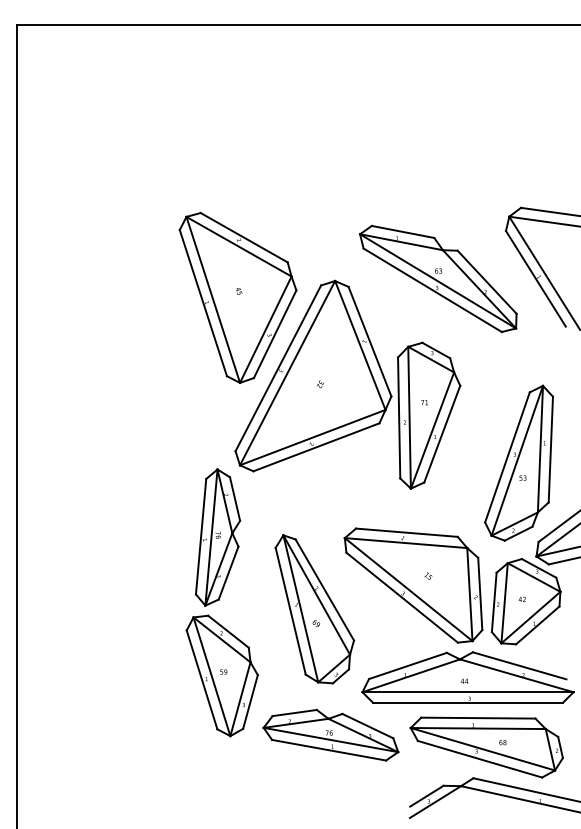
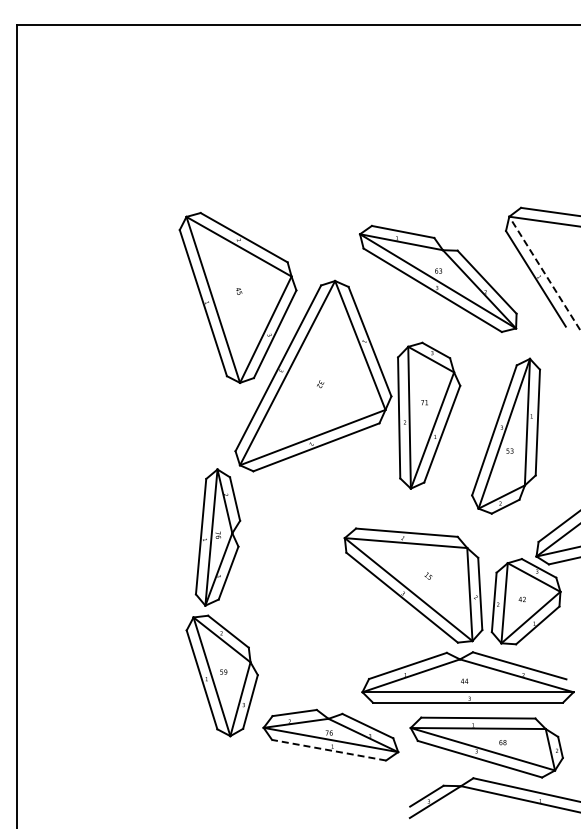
line at (544, 273): solid -> dashed
part at (519, 462) position: (519, 462) -> (506, 435)
part at (314, 609): present -> none
line at (329, 750): solid -> dashed
